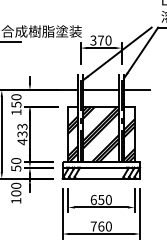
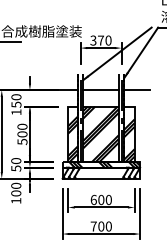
text at (22, 134): 433 -> 500
hatch at (104, 164): none -> present
text at (101, 199): 650 -> 600
text at (101, 226): 760 -> 700
